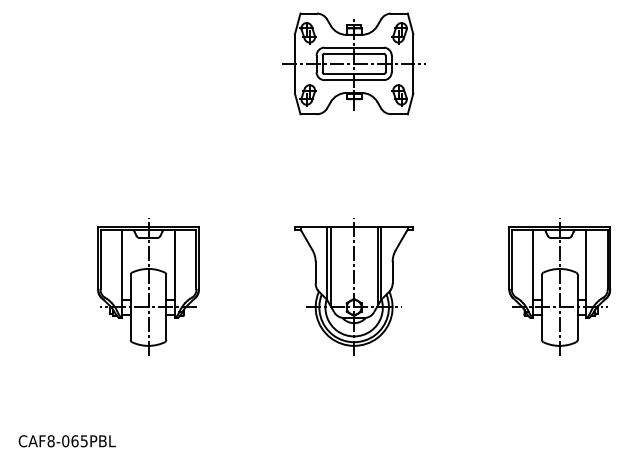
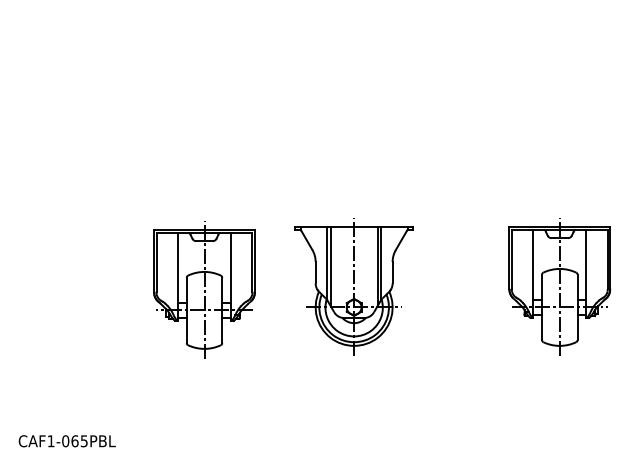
part at (353, 63): present -> none
part at (148, 286) position: (148, 286) -> (204, 289)
text at (50, 441): CAF8-065PBL -> CAF1-065PBL
